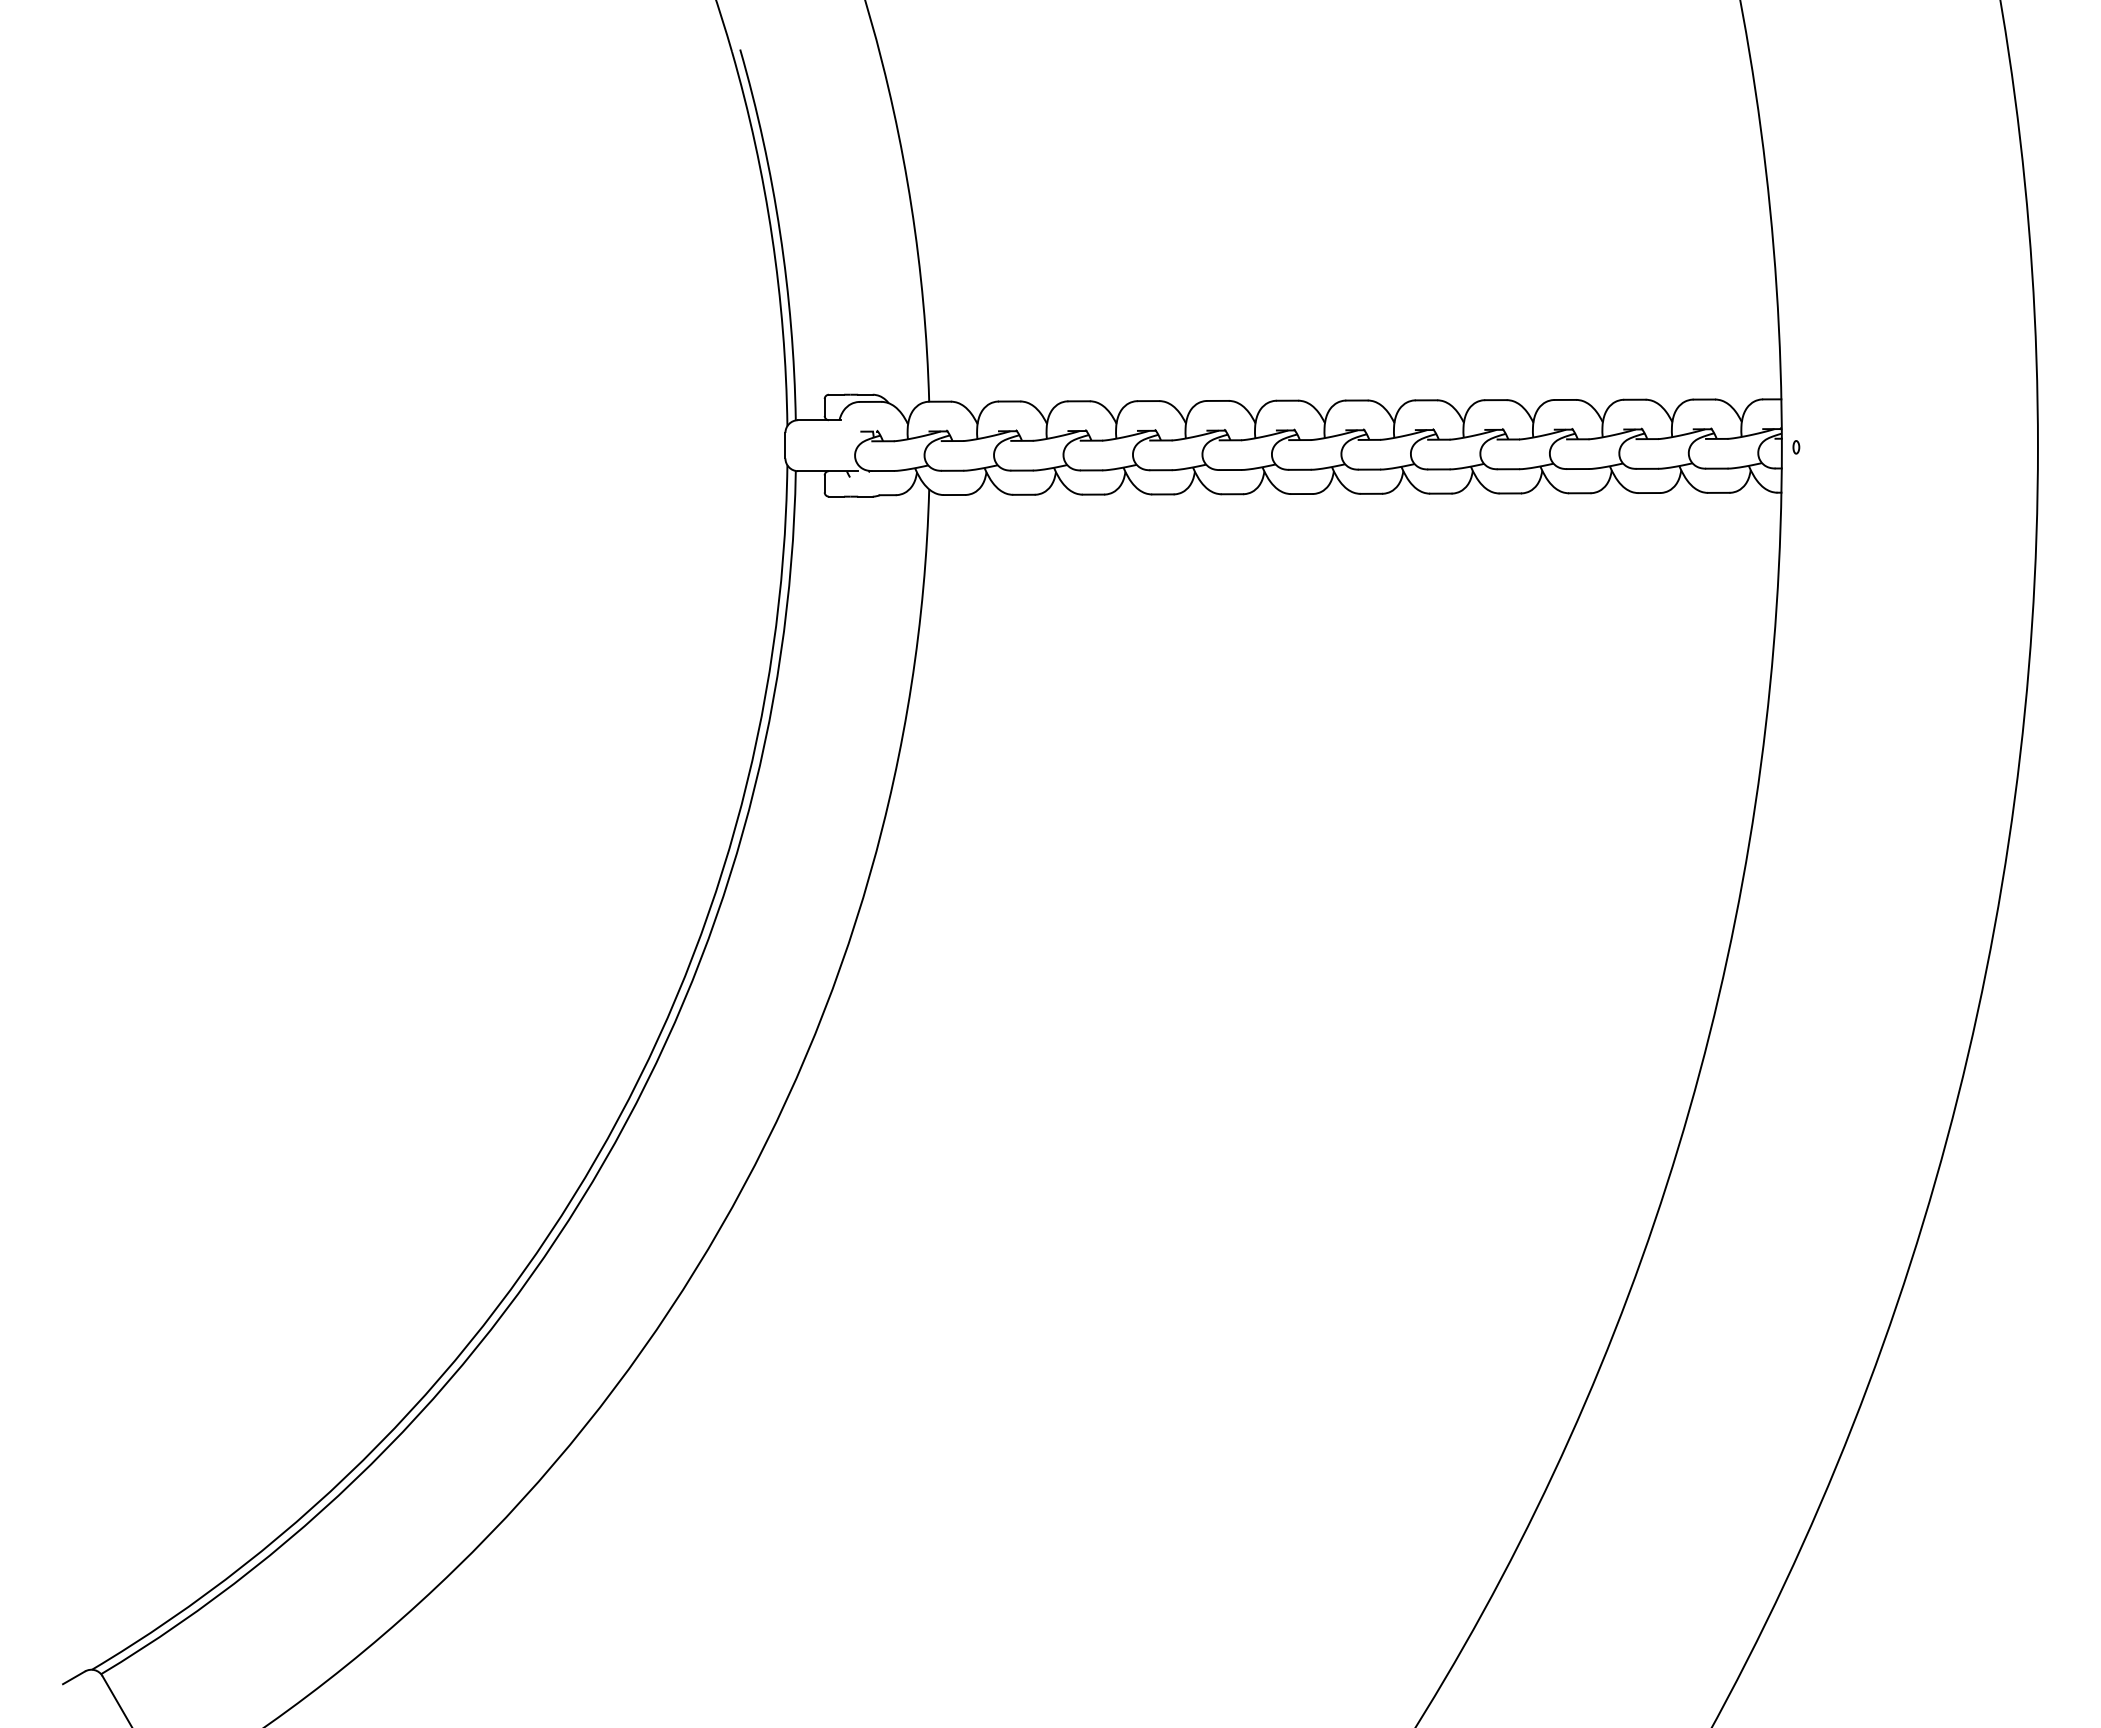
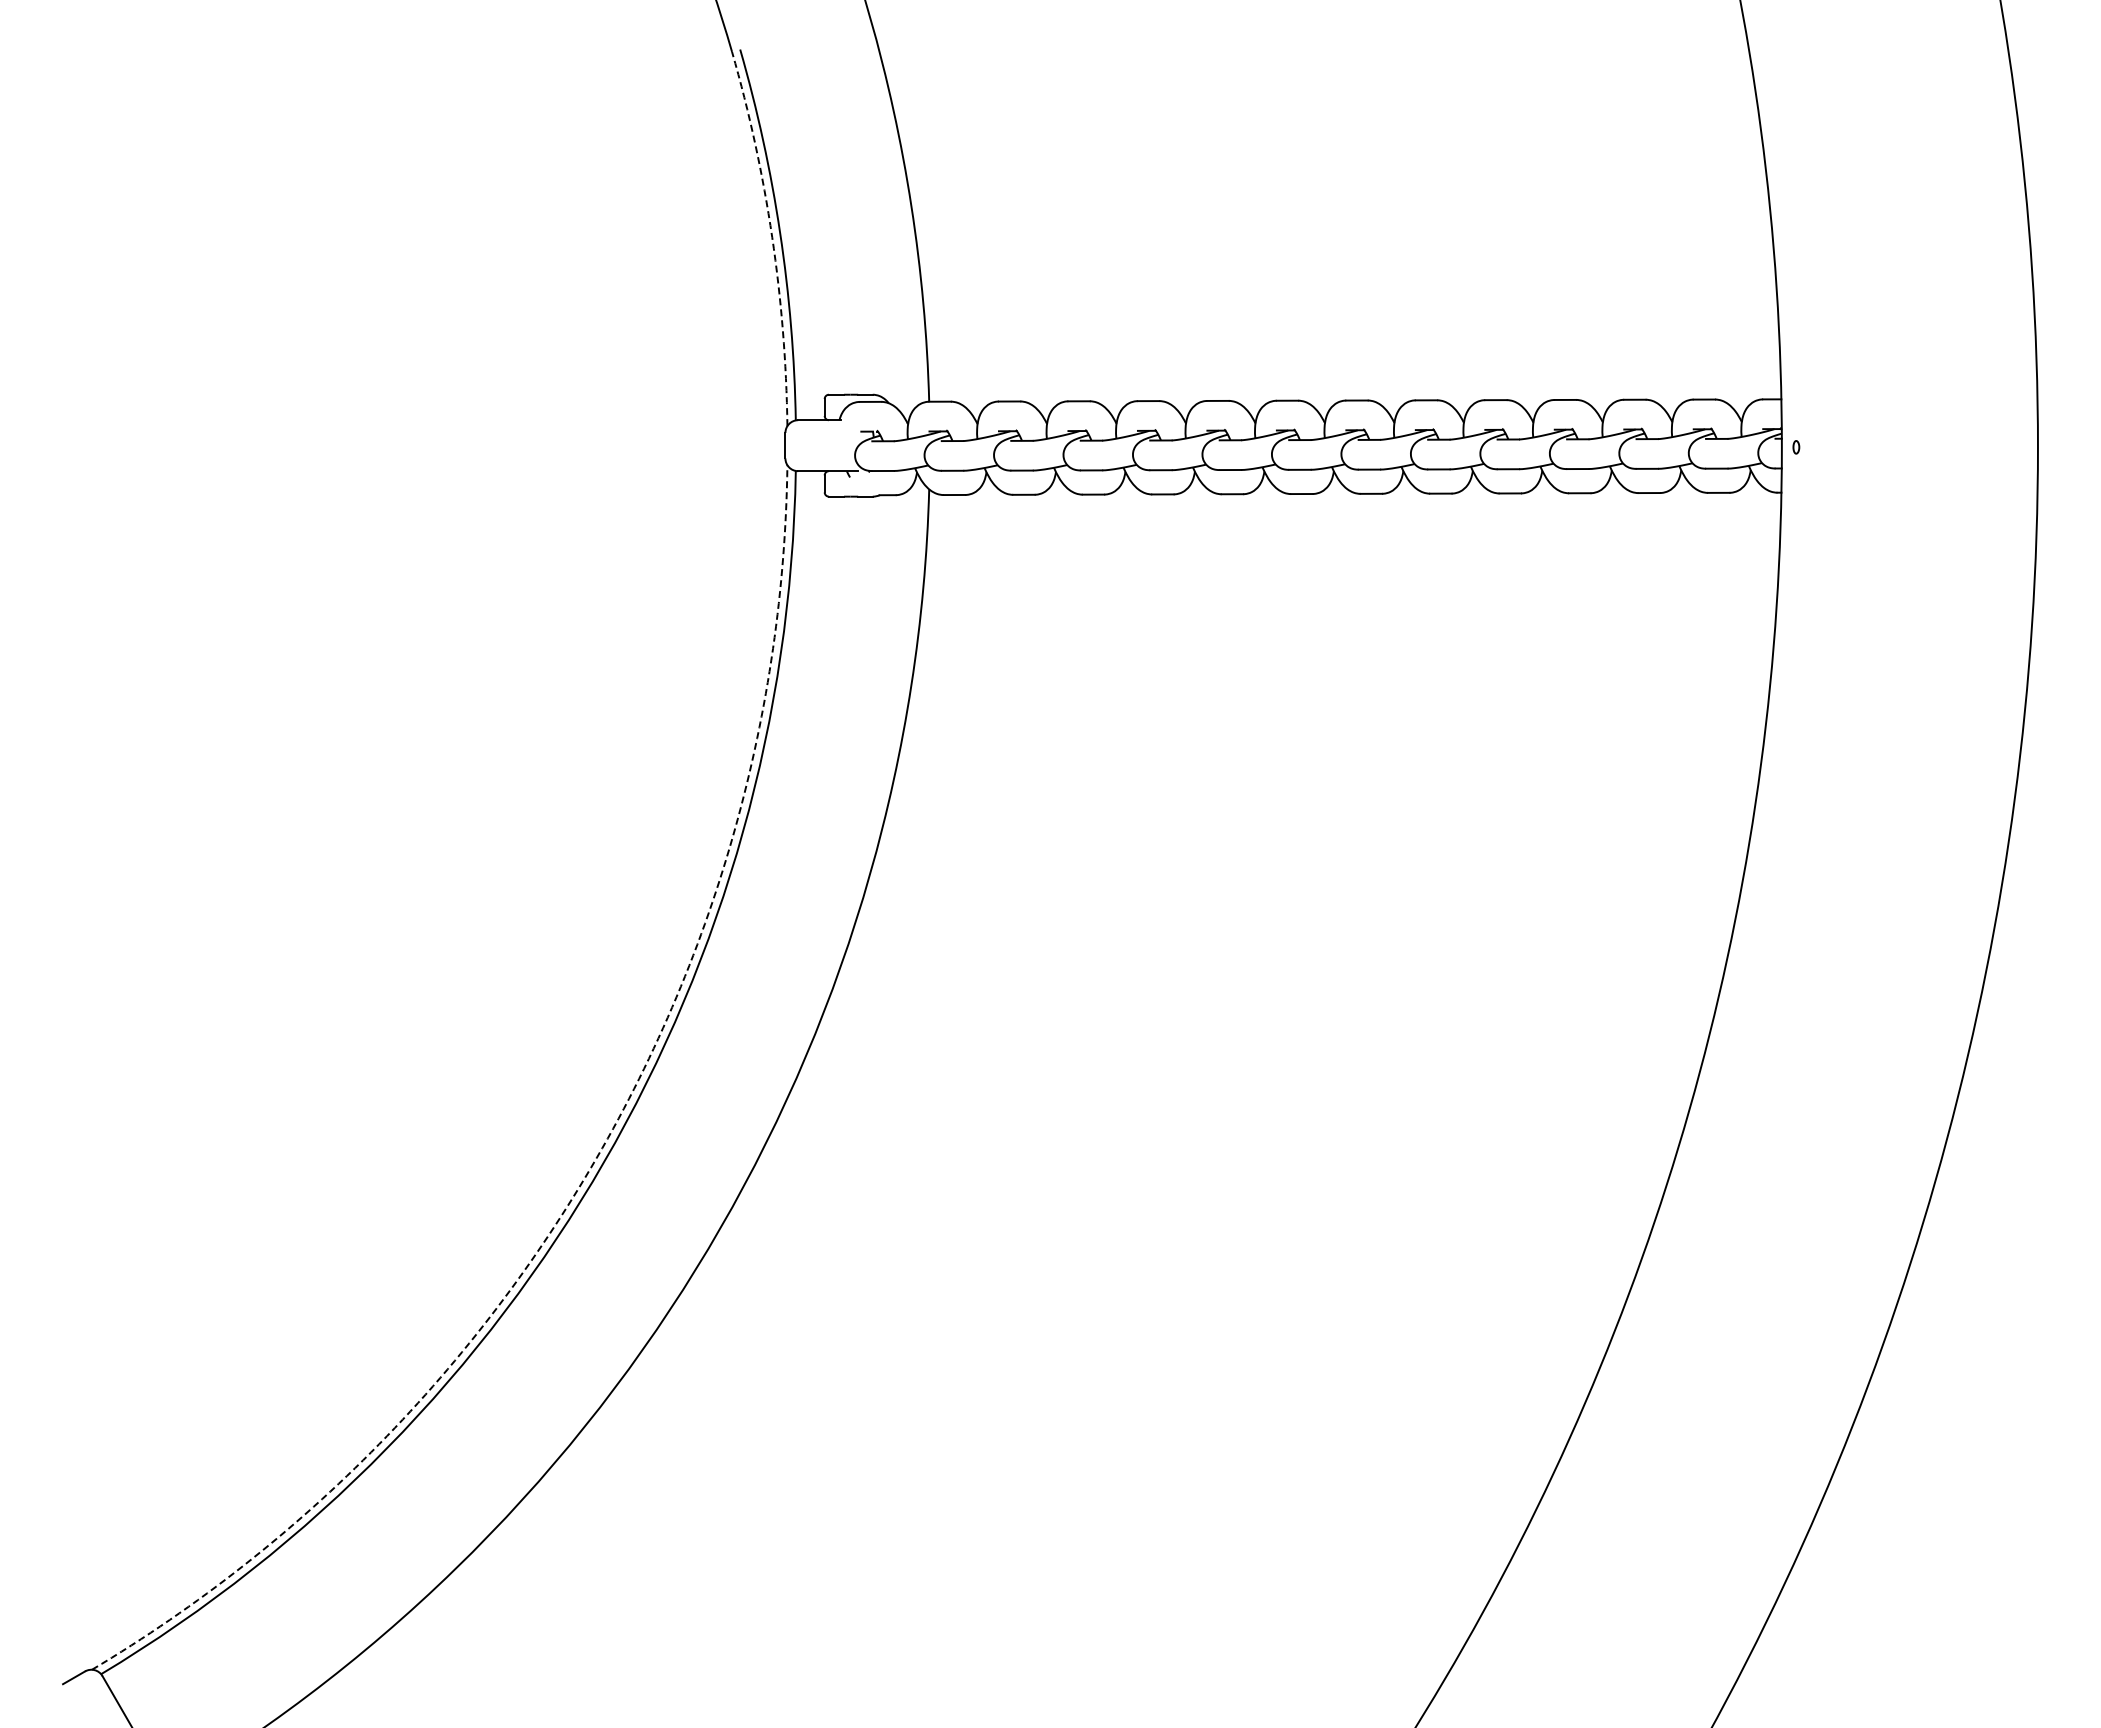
arc at (772, 237): solid -> dashed
arc at (596, 1158): solid -> dashed
